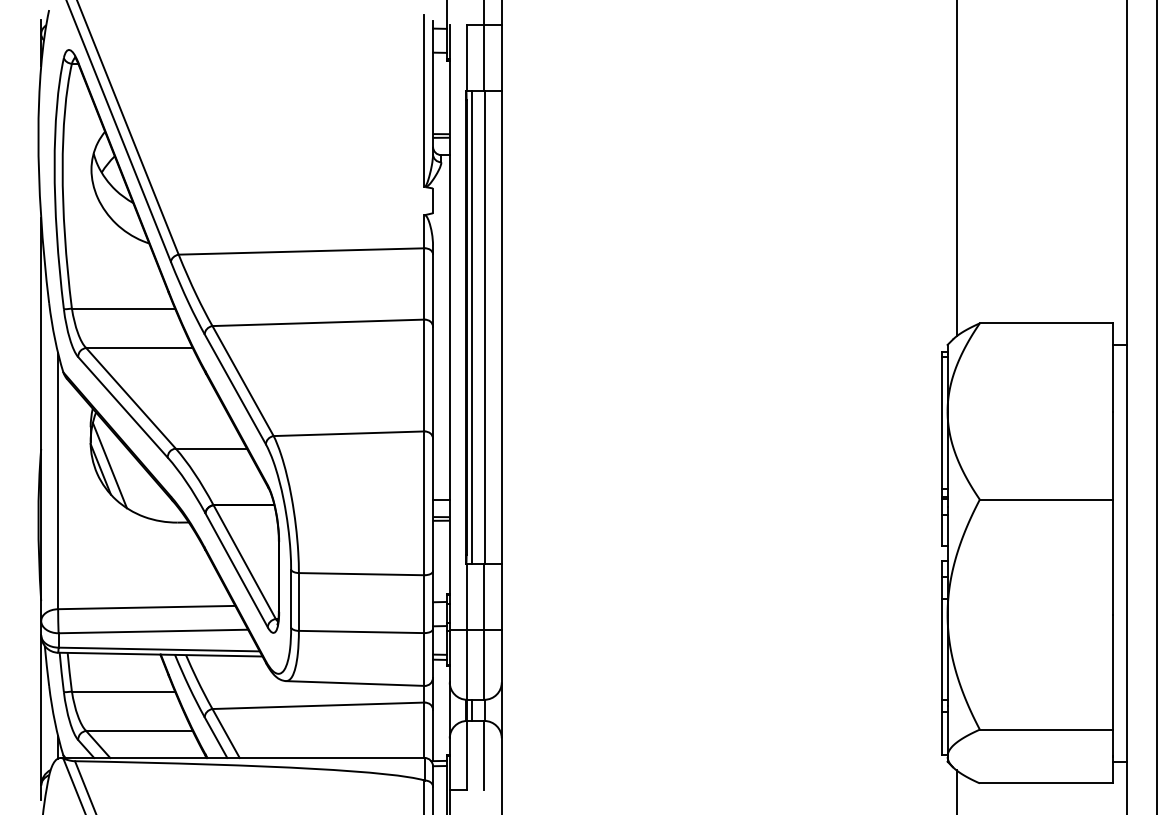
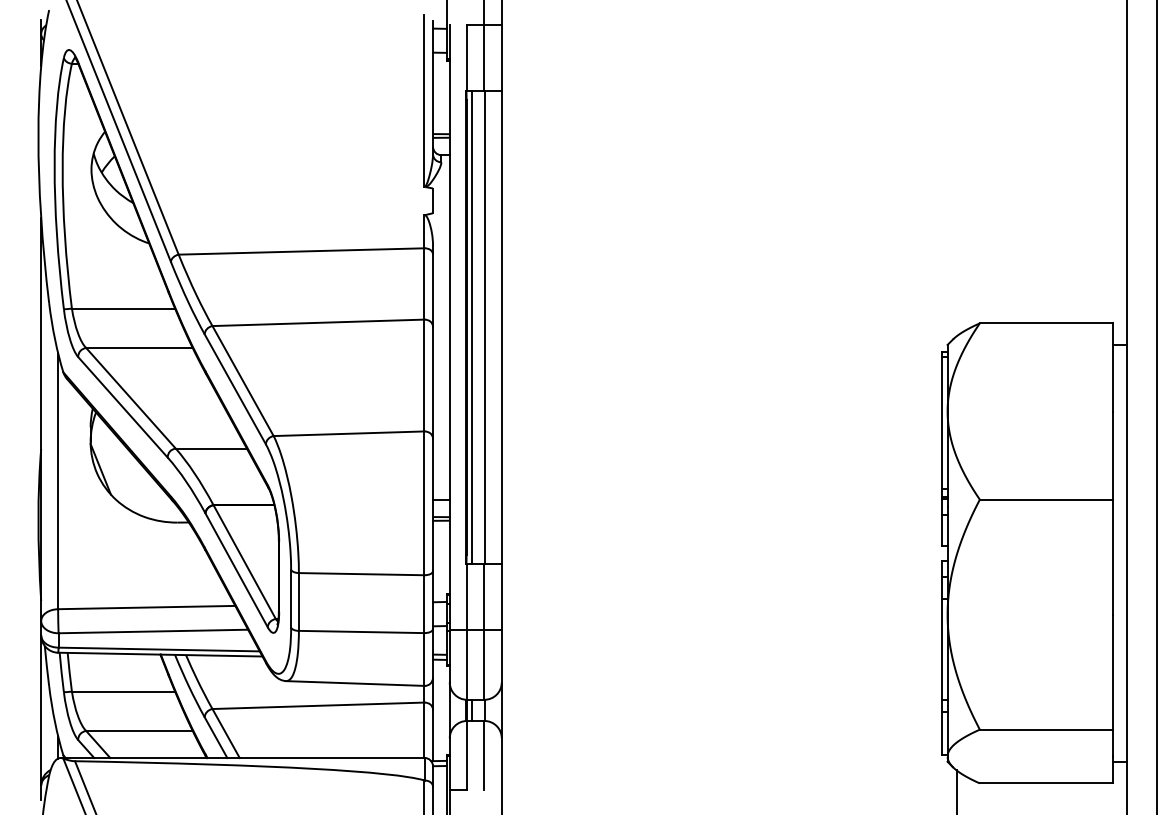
line at (956, 169): present -> none
line at (109, 465): present -> none
